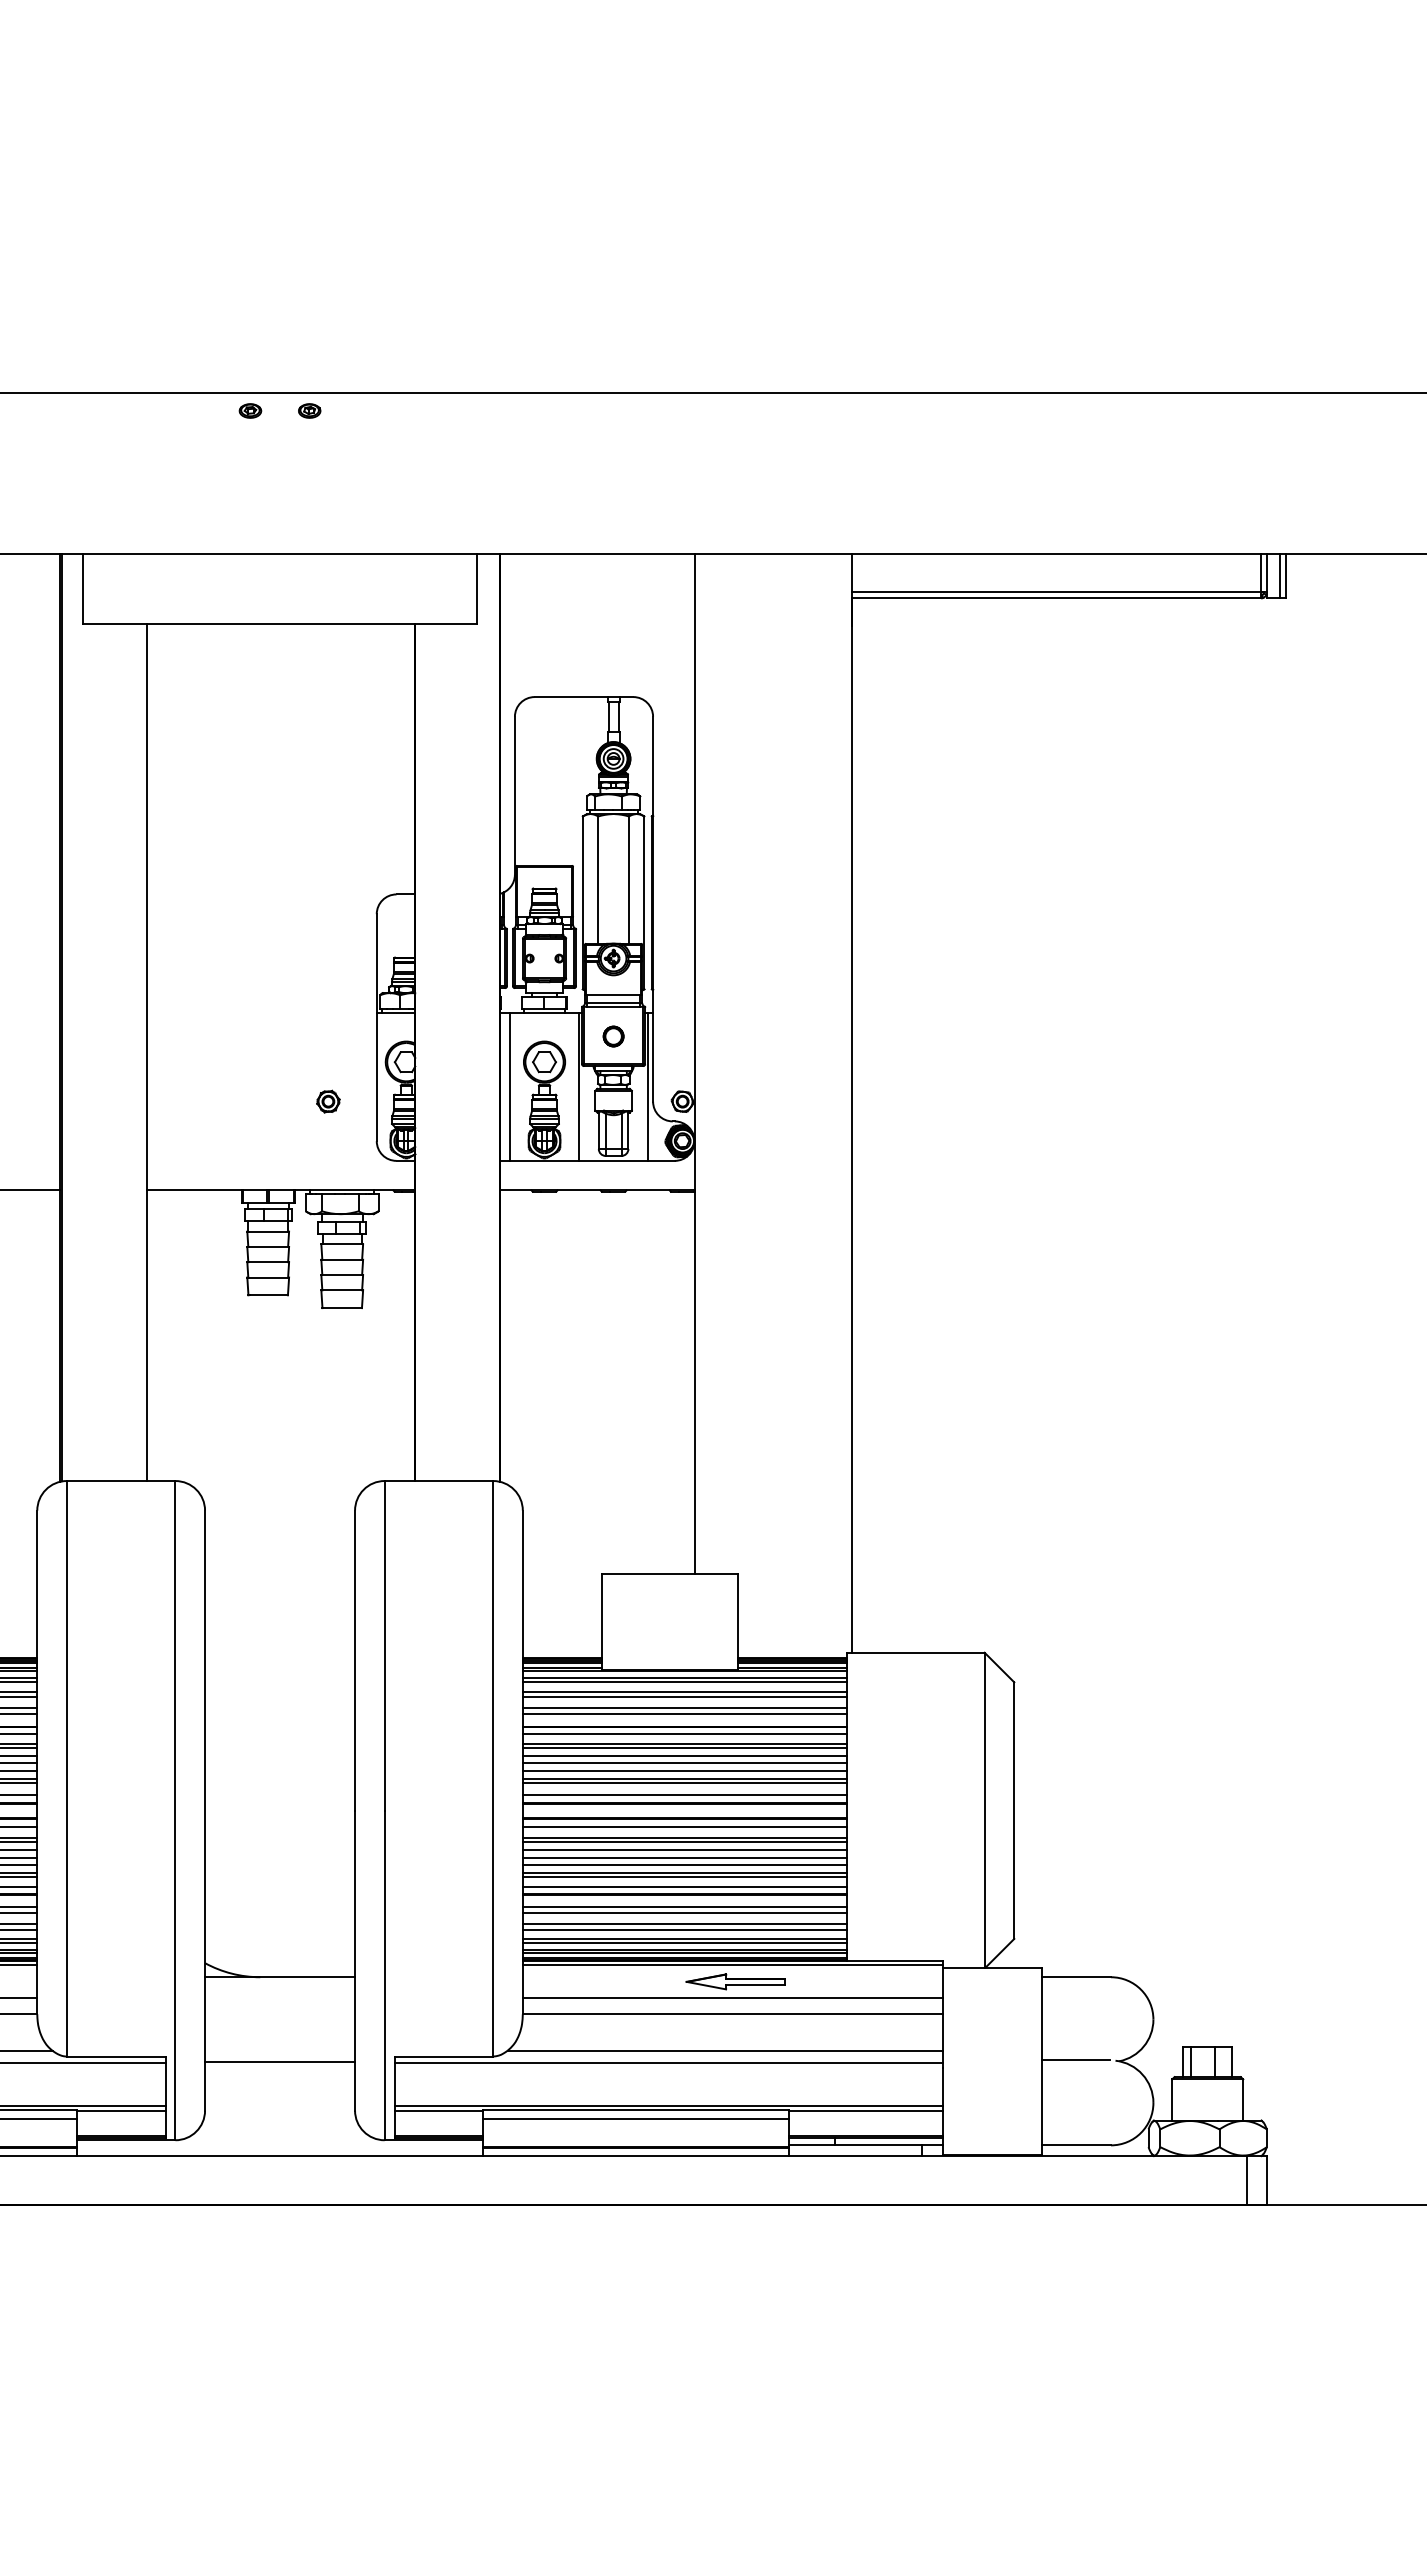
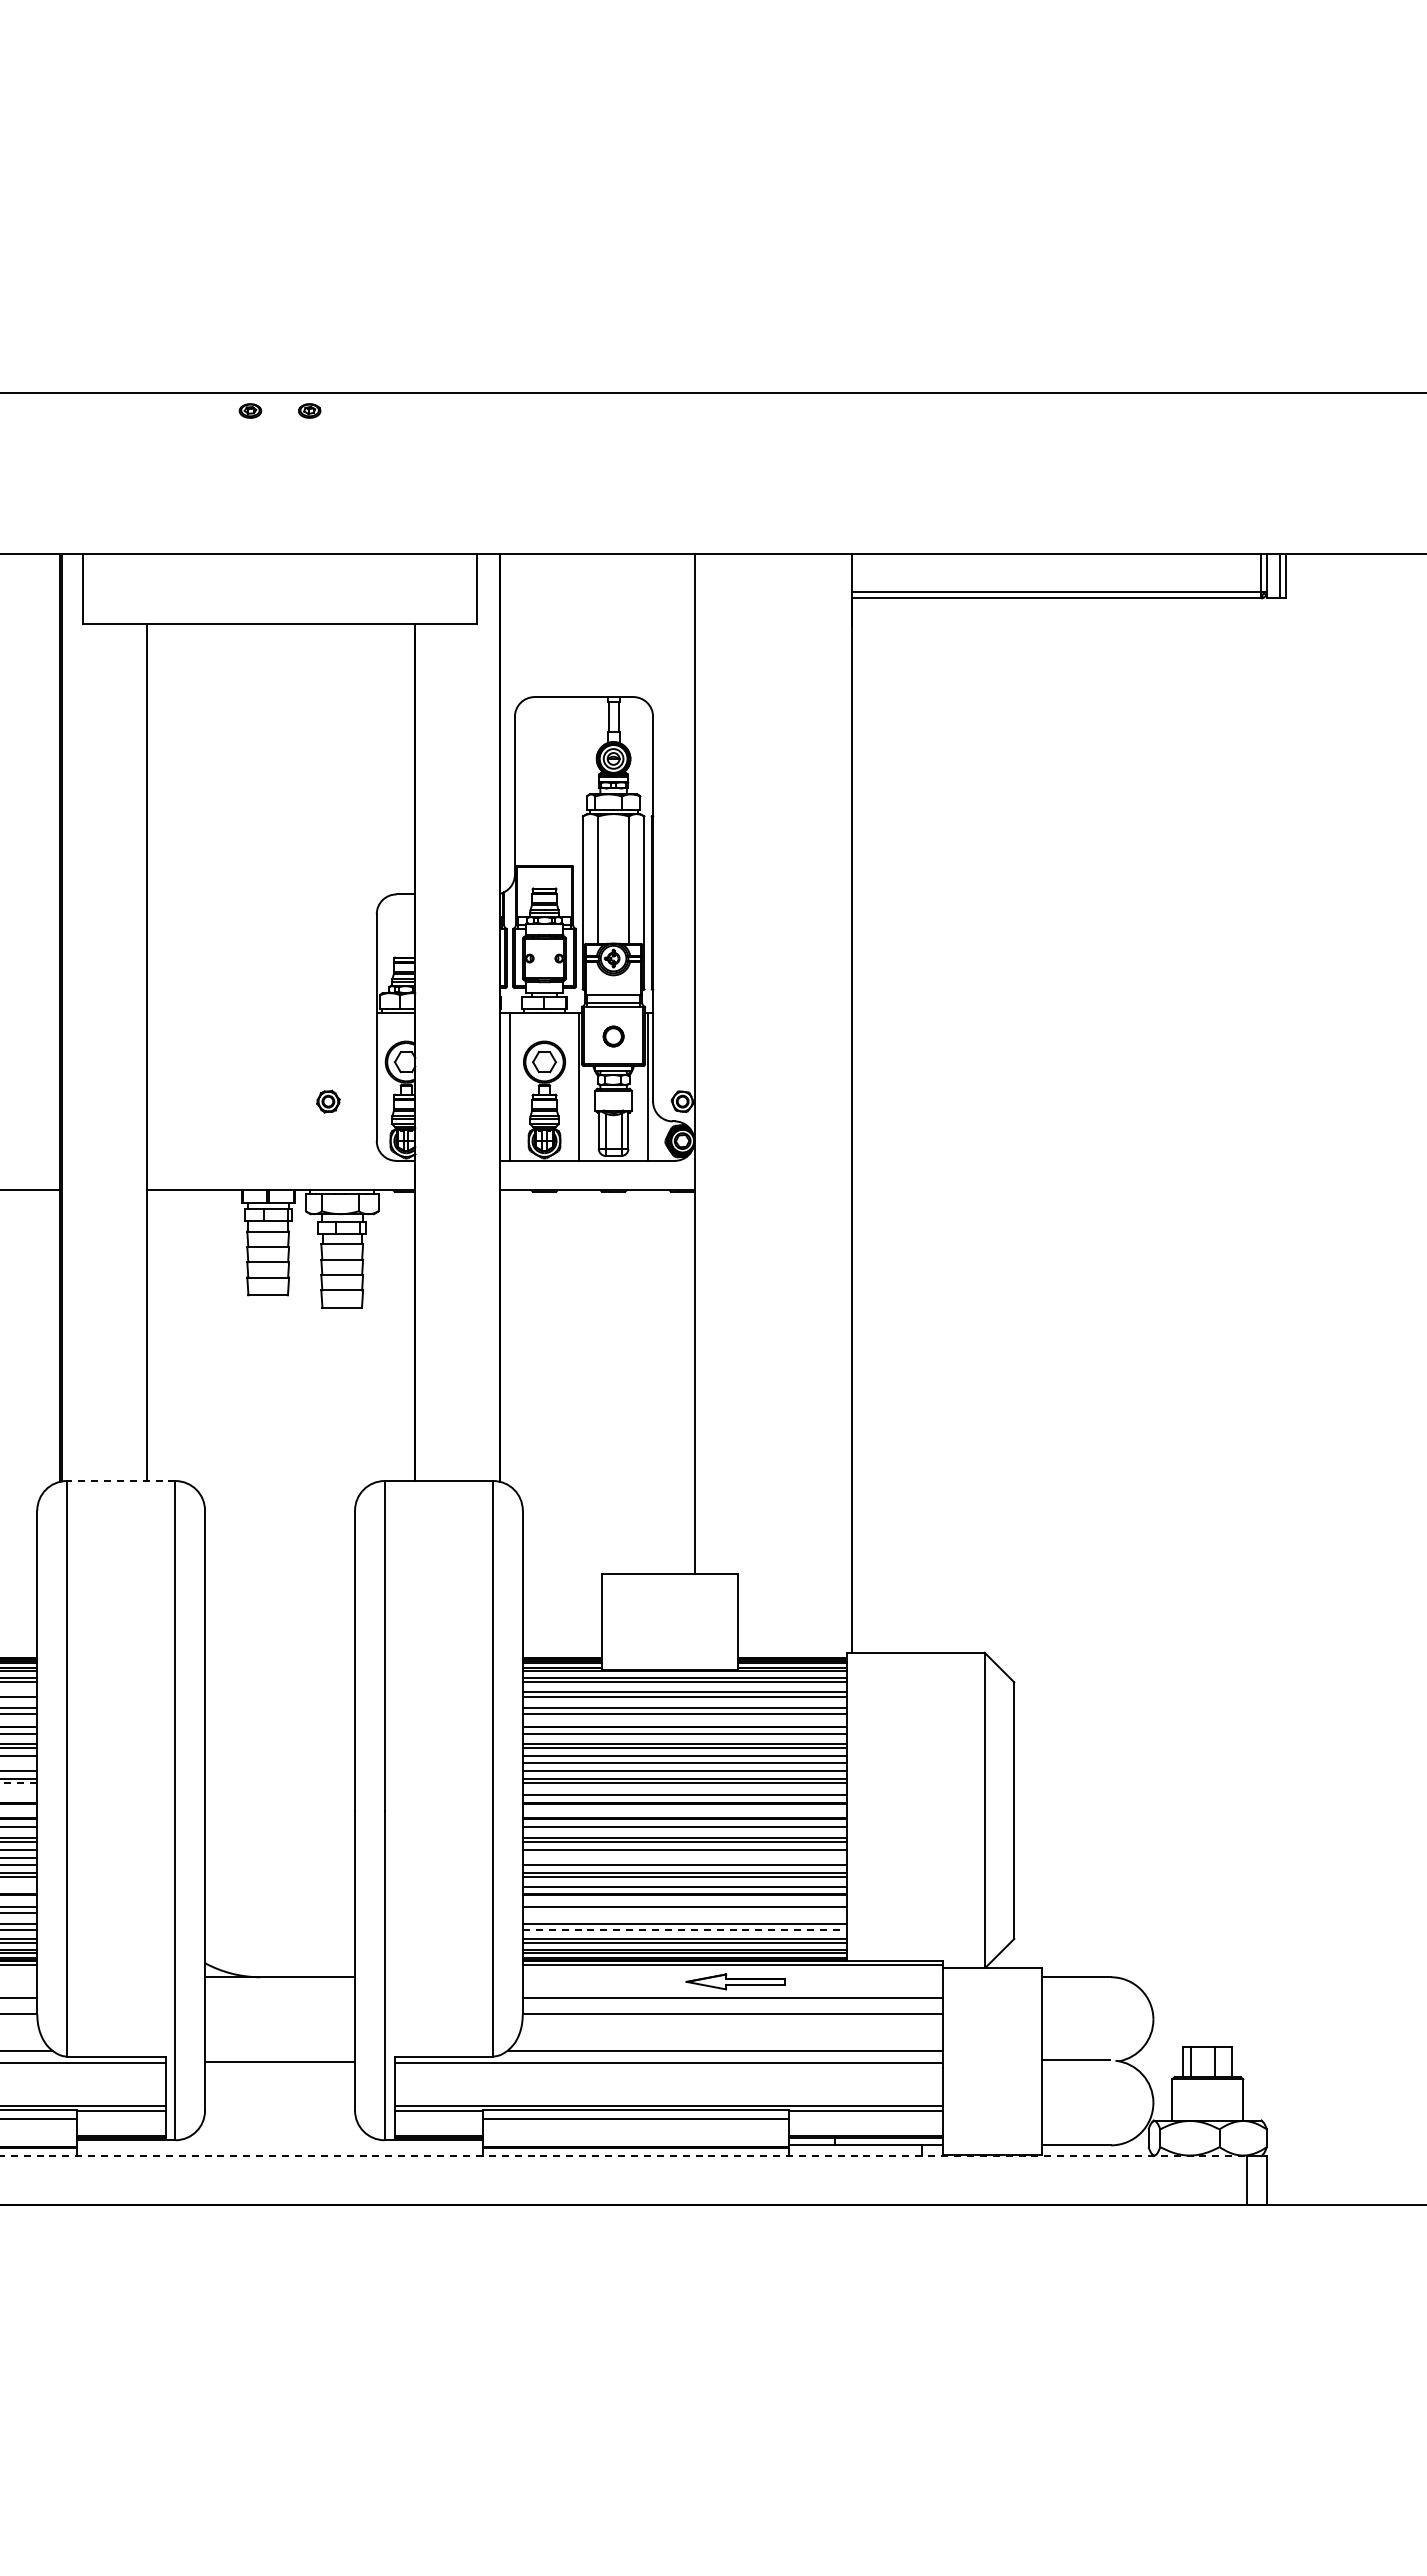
line at (120, 1481): solid -> dashed
line at (19, 1691): present -> none
line at (19, 1762): present -> none
line at (18, 1783): solid -> dashed
line at (19, 1794): present -> none
line at (684, 1858): present -> none
line at (19, 1887): present -> none
line at (684, 1913): present -> none
line at (684, 1929): solid -> dashed
line at (624, 2156): solid -> dashed
